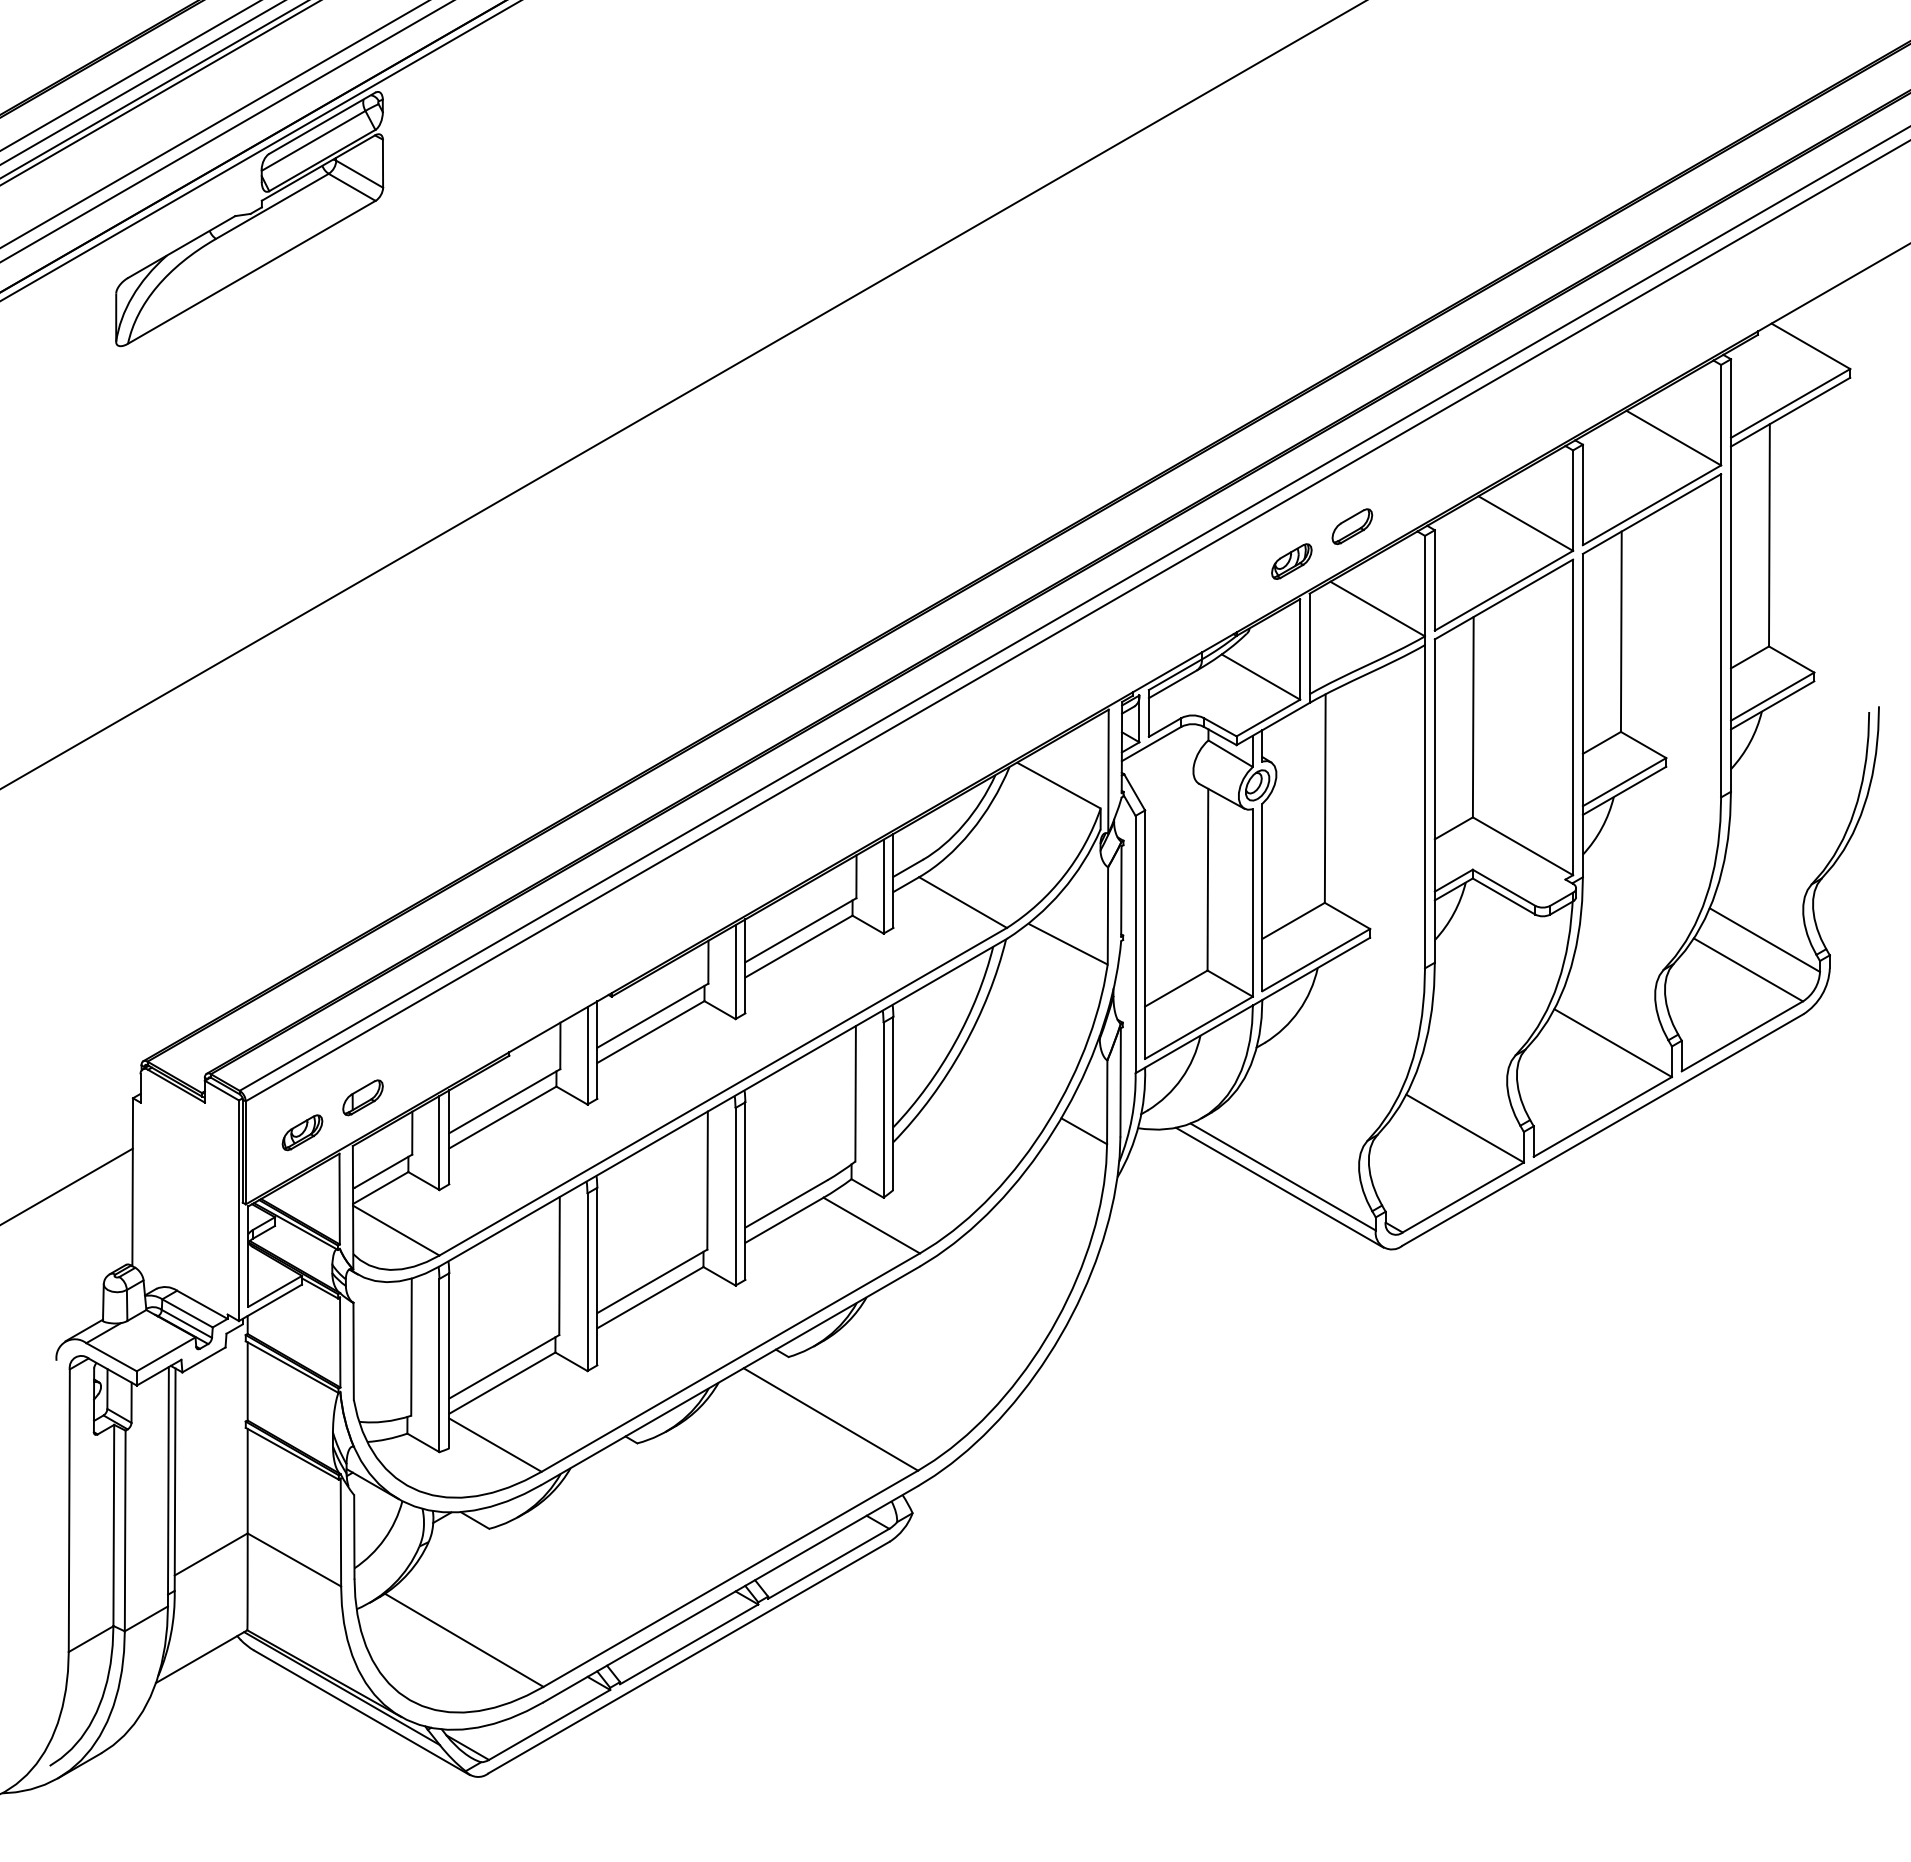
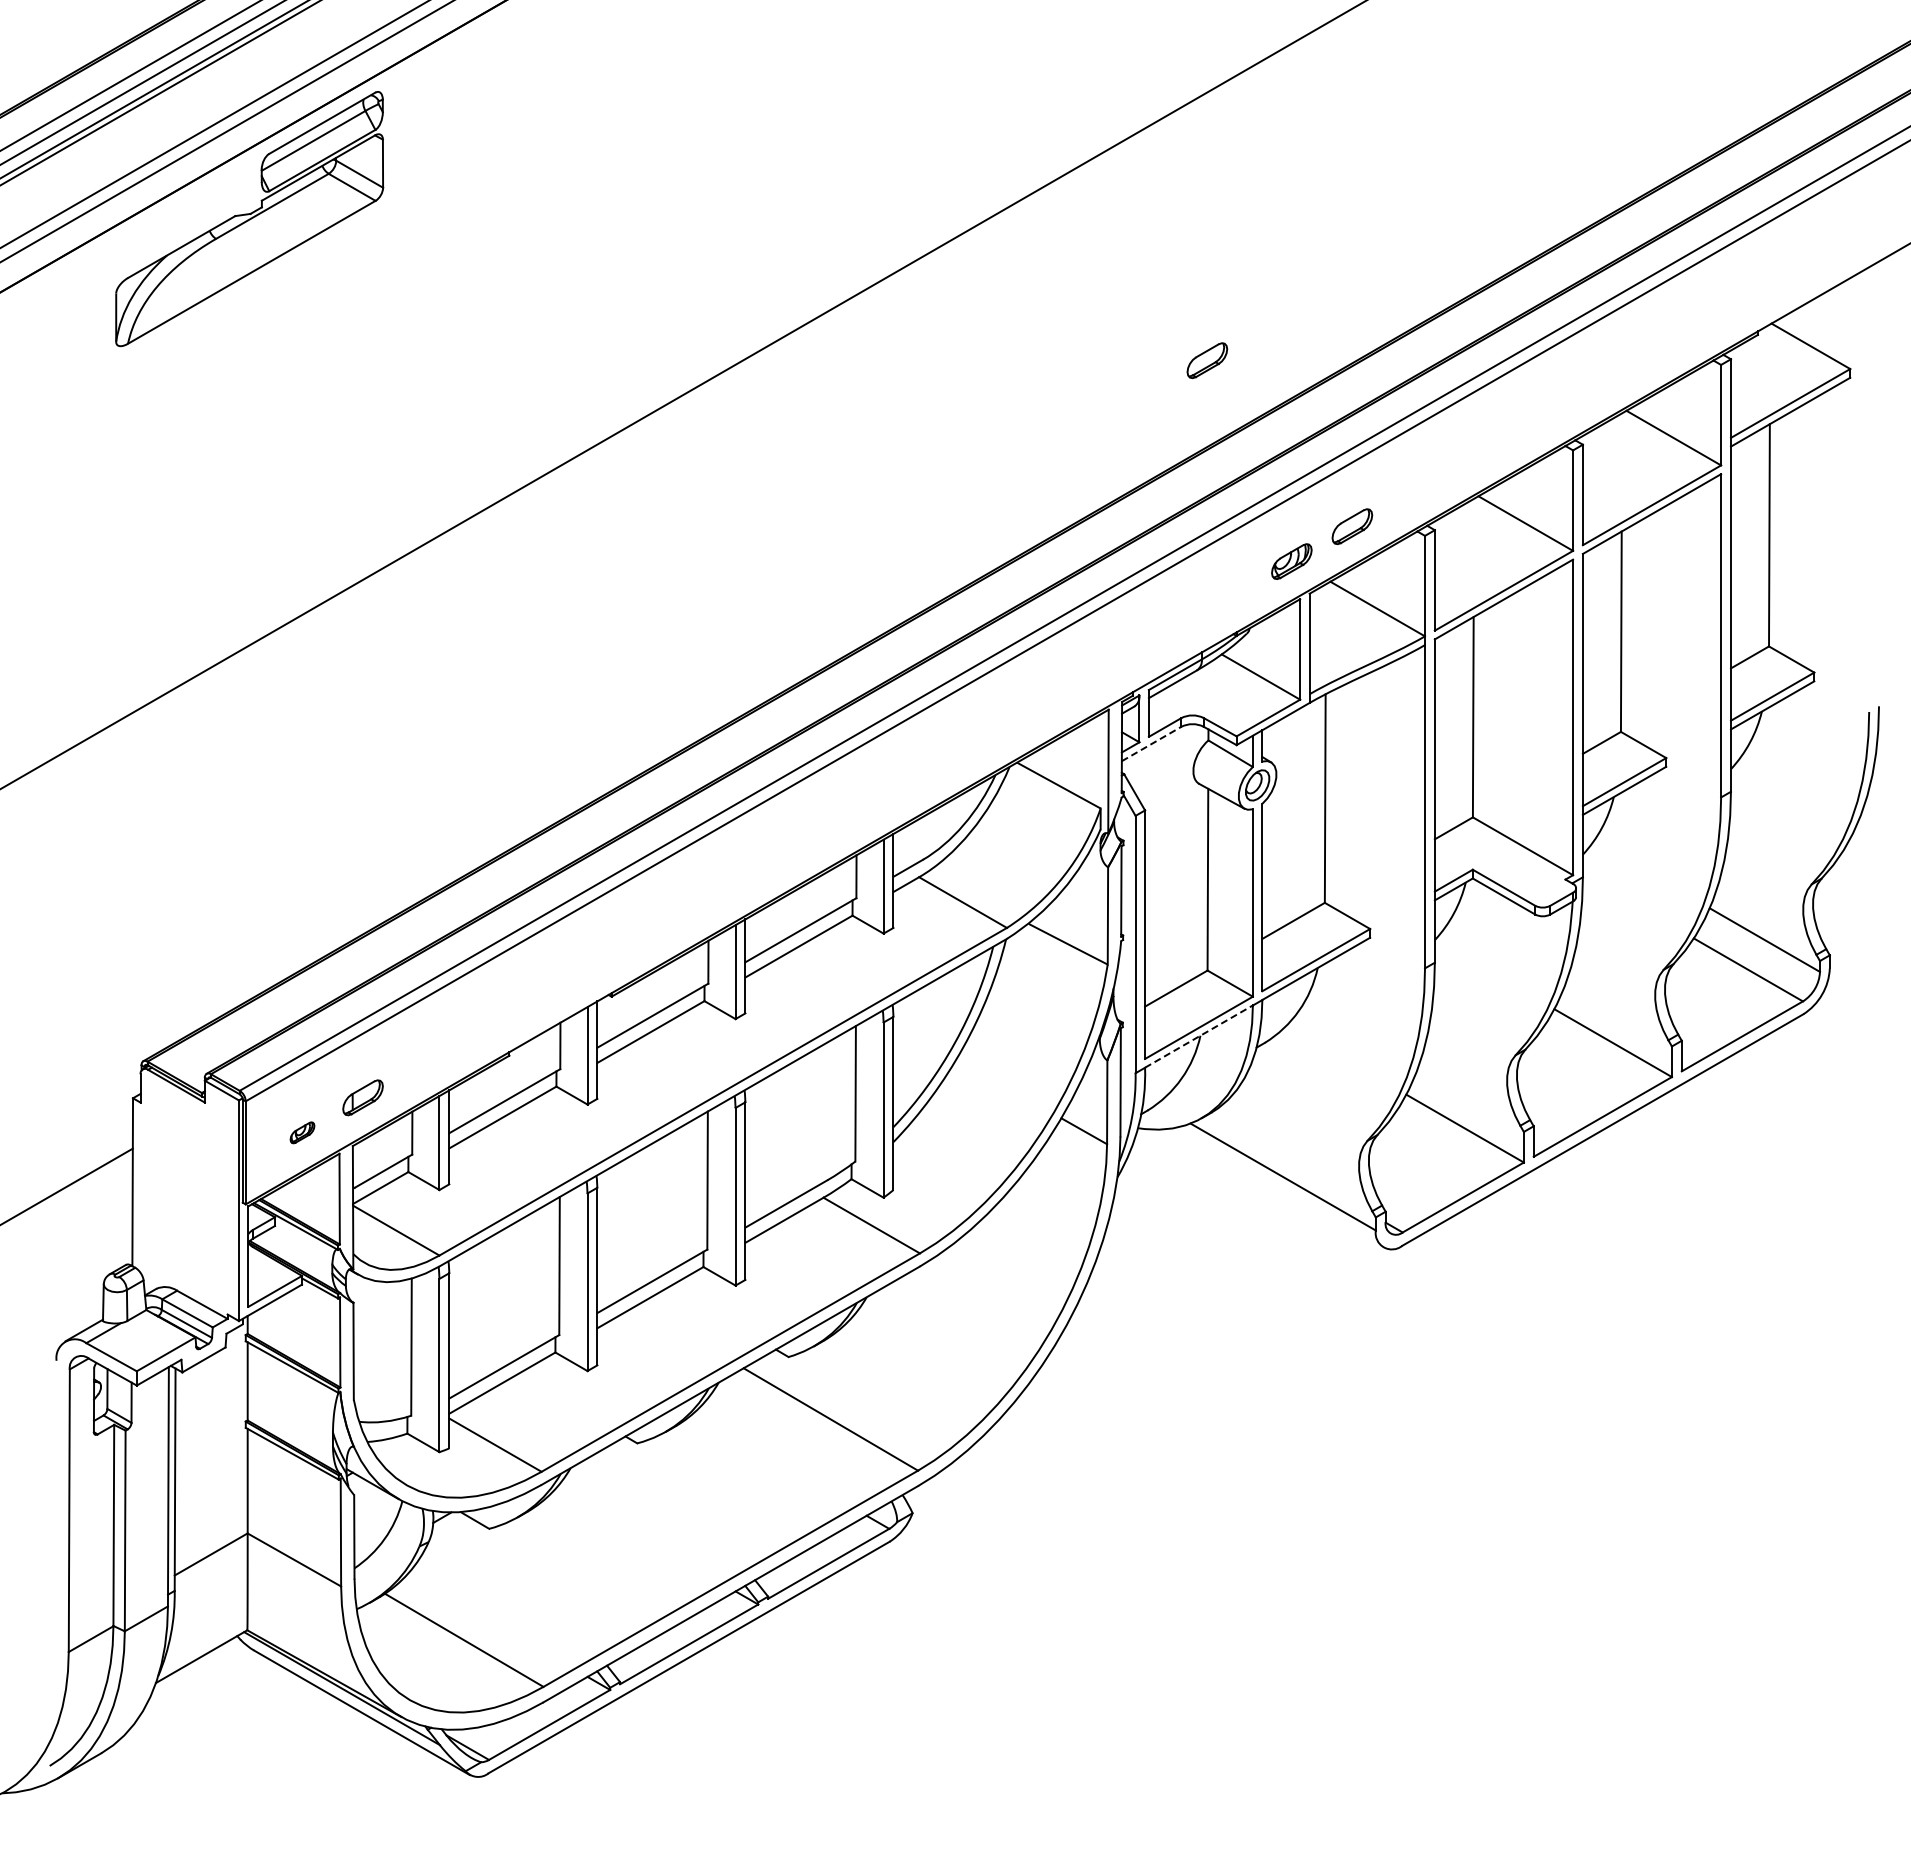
line at (260, 151): present -> none
part at (1207, 360): none -> present
line at (1151, 743): solid -> dashed
line at (1199, 1036): solid -> dashed
part at (302, 1132) size: 43x38 px -> 27x24 px
line at (1279, 1187): present -> none
